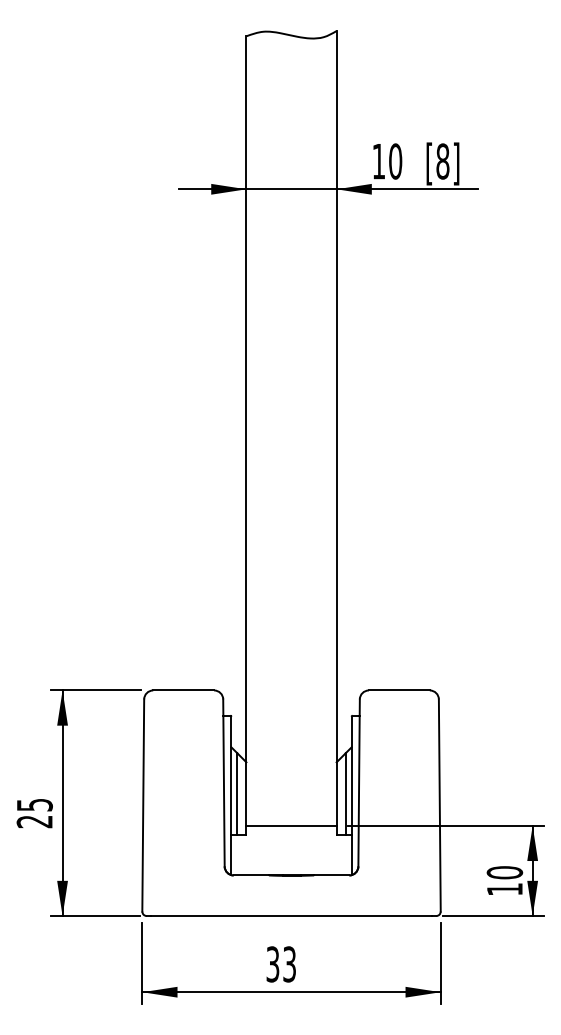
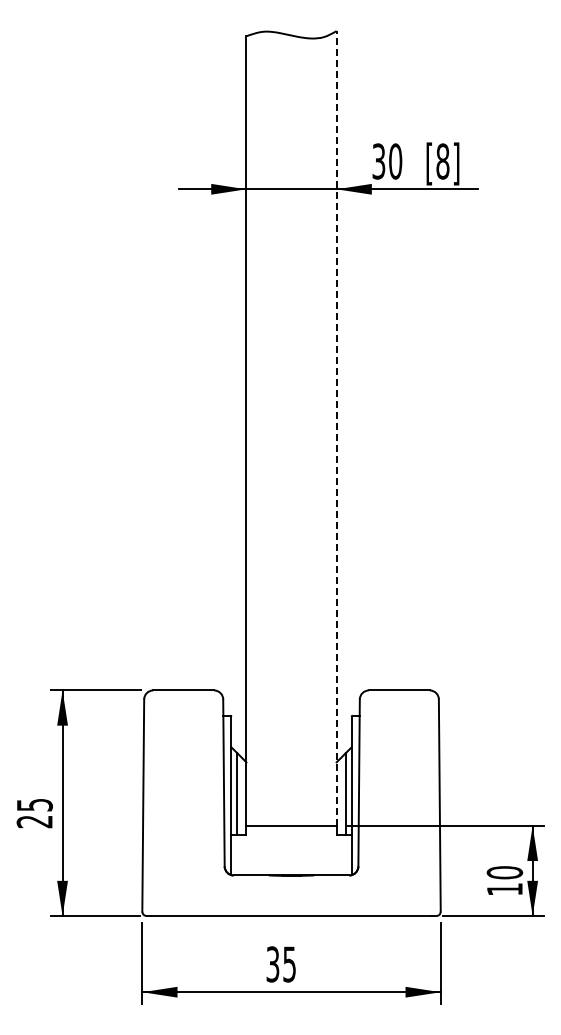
text at (378, 161): 10 -> 30
line at (336, 427): solid -> dashed
text at (289, 963): 33 -> 35
